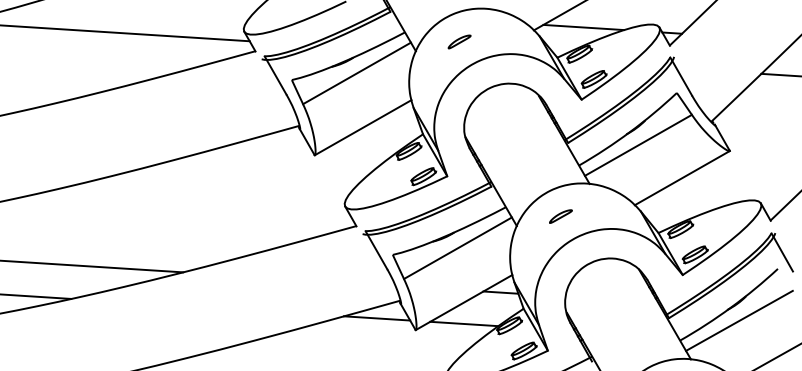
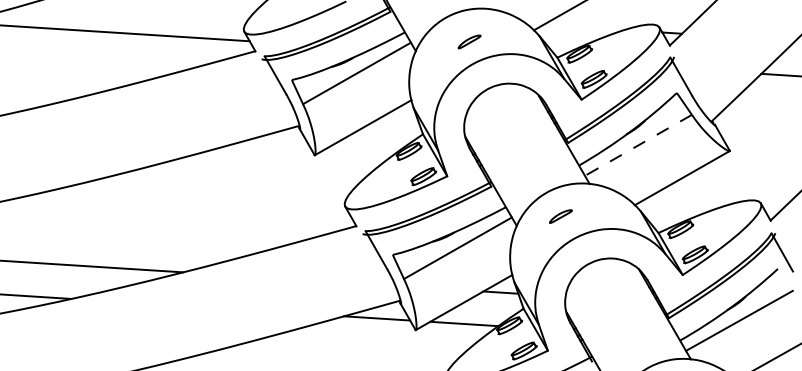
line at (583, 27): present -> none
part at (459, 41) position: (459, 41) -> (469, 41)
line at (638, 145): solid -> dashed
